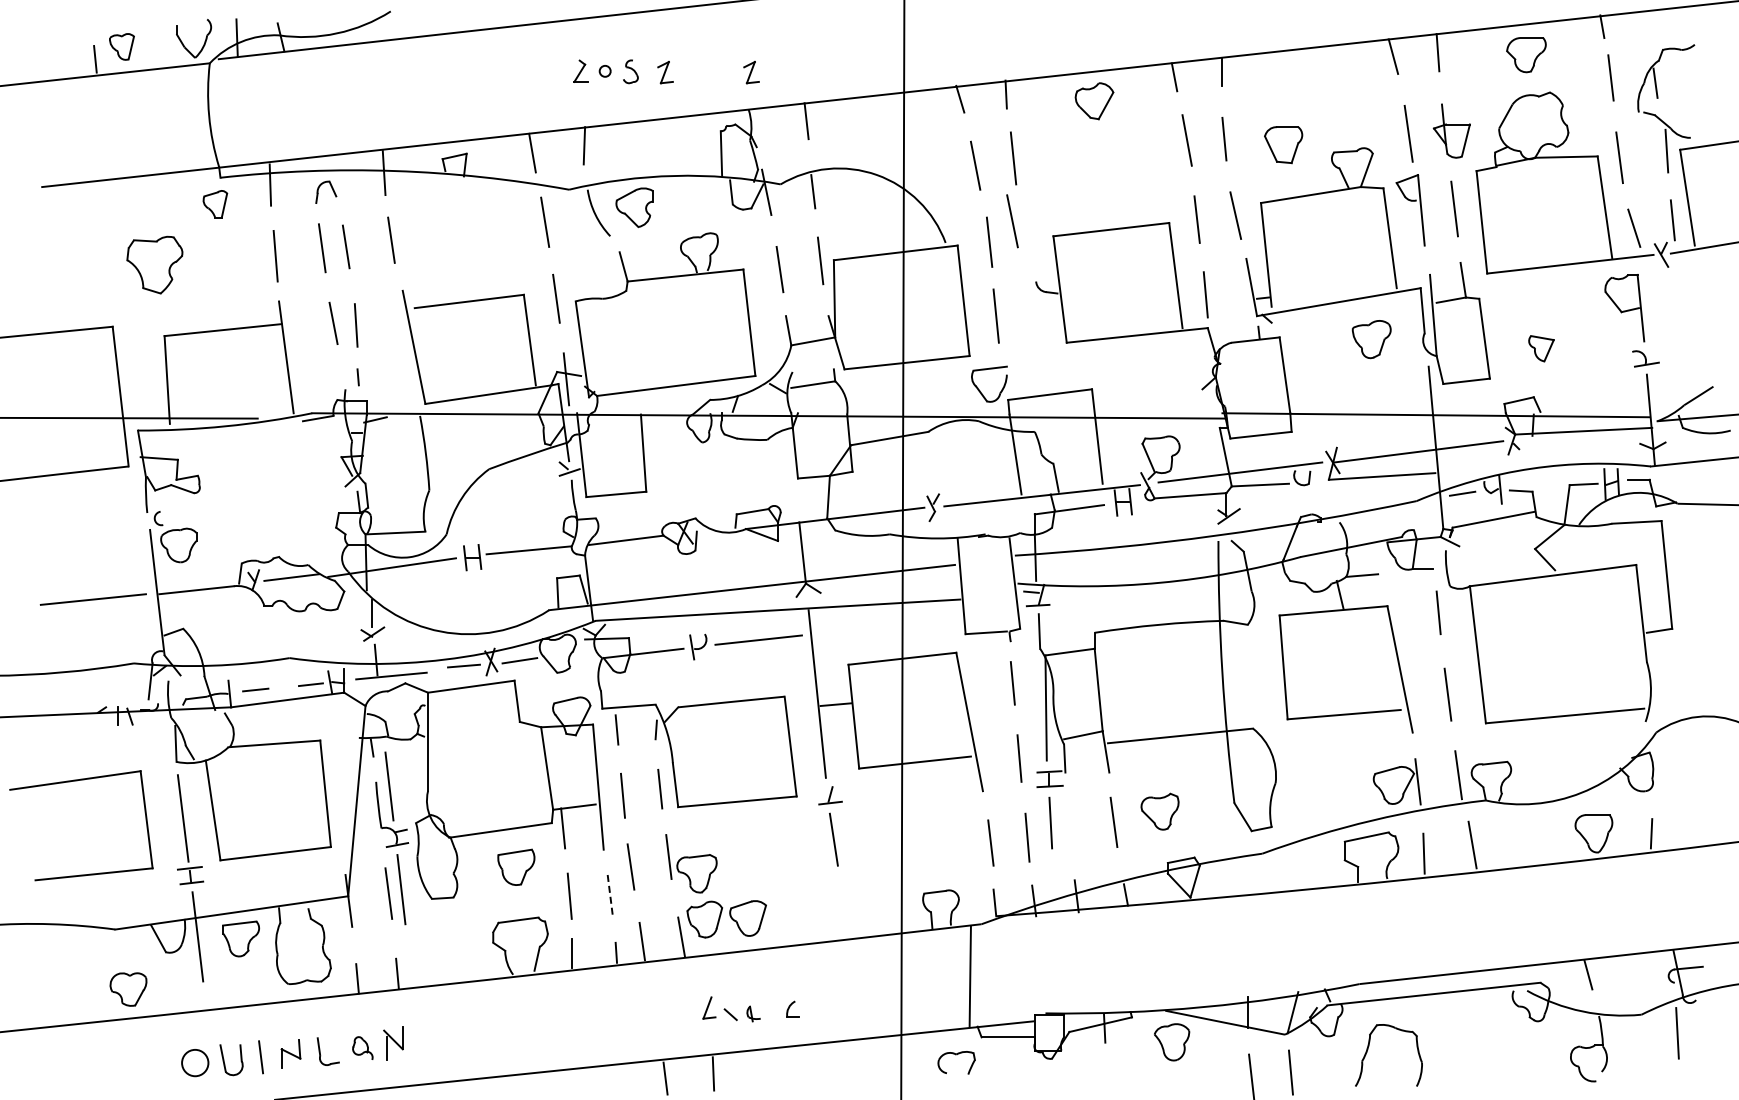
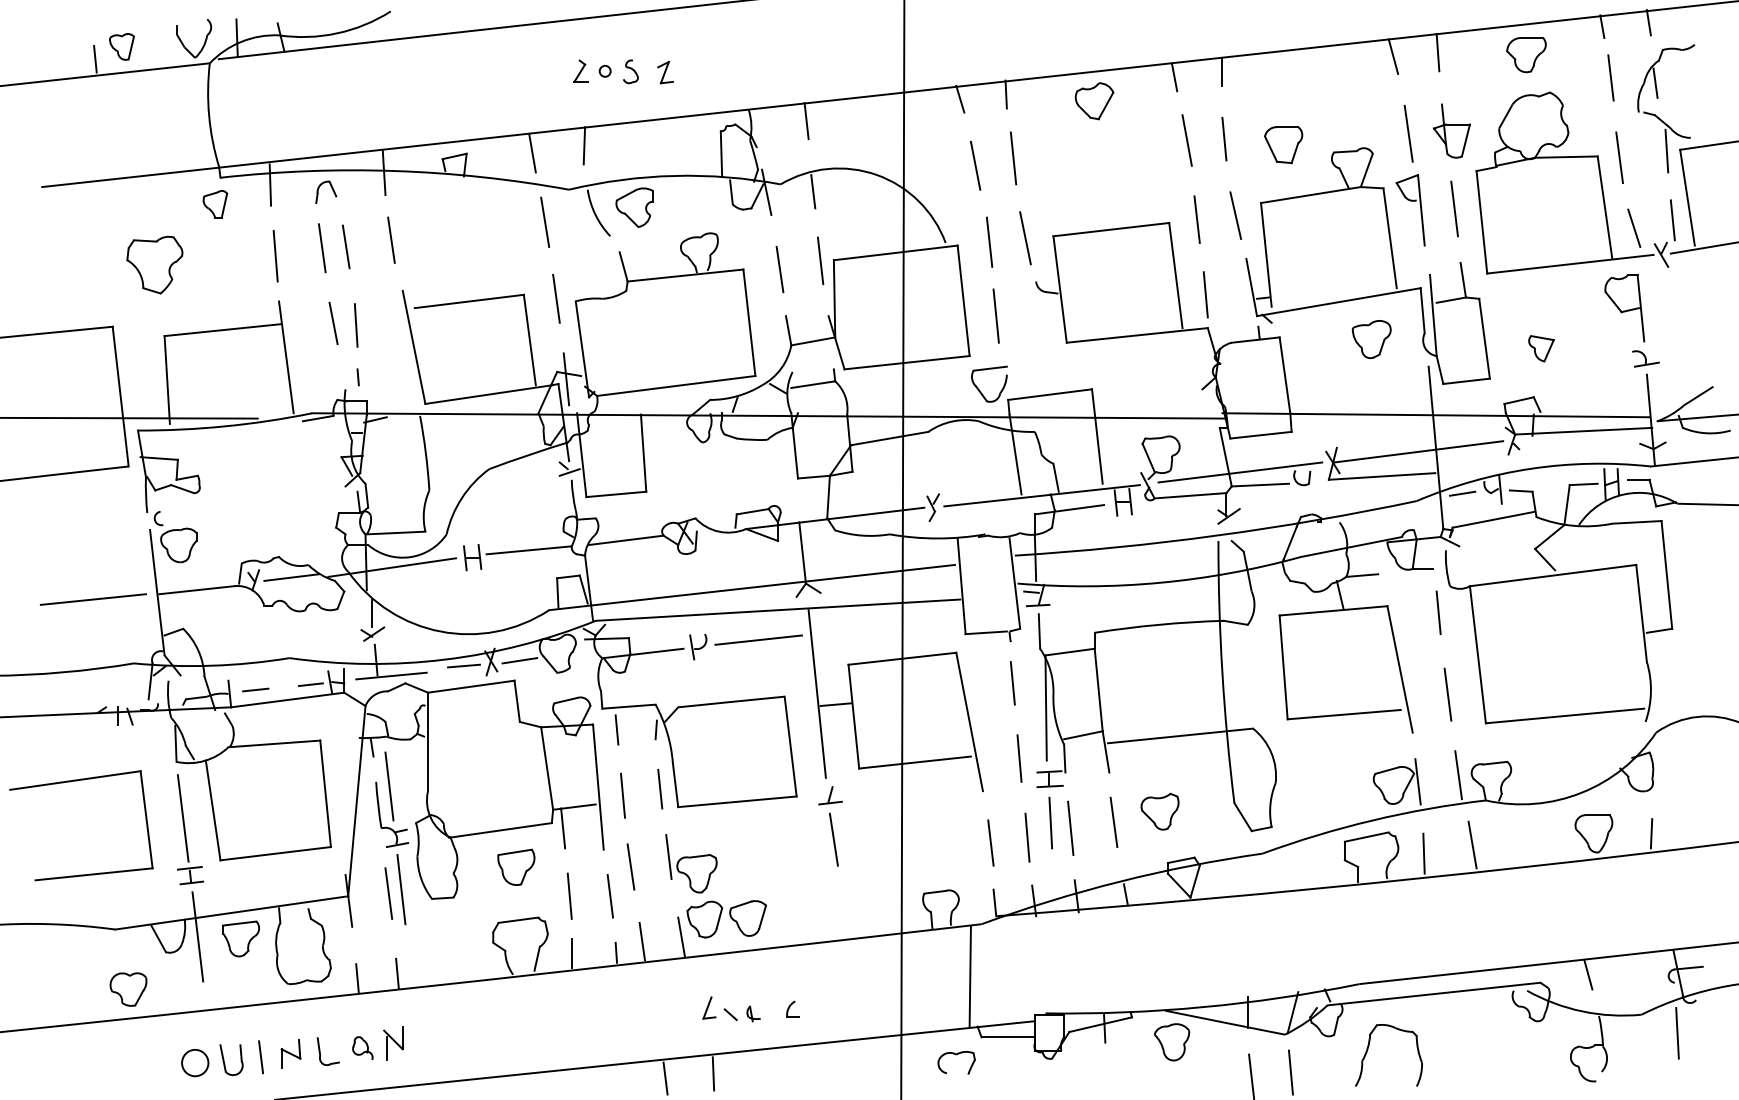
line at (1648, 22): none -> present
part at (751, 72): present -> none
line at (1012, 221) position: (1012, 221) -> (1025, 238)
line at (1070, 828): none -> present
line at (610, 896): dashed -> solid
